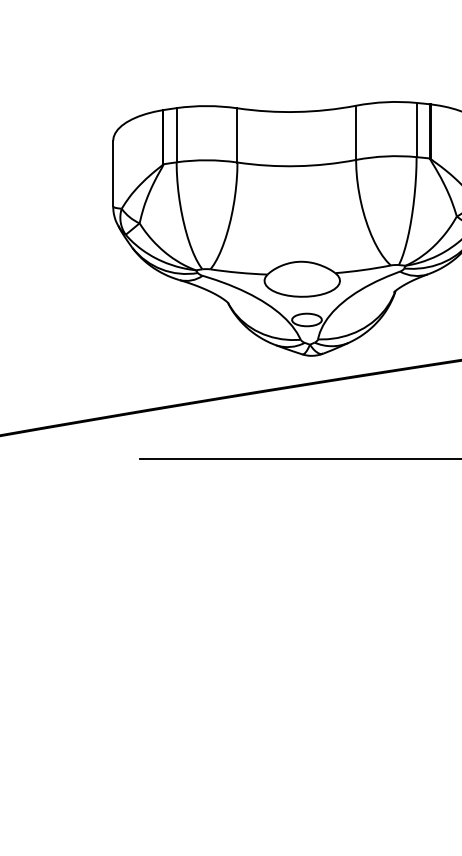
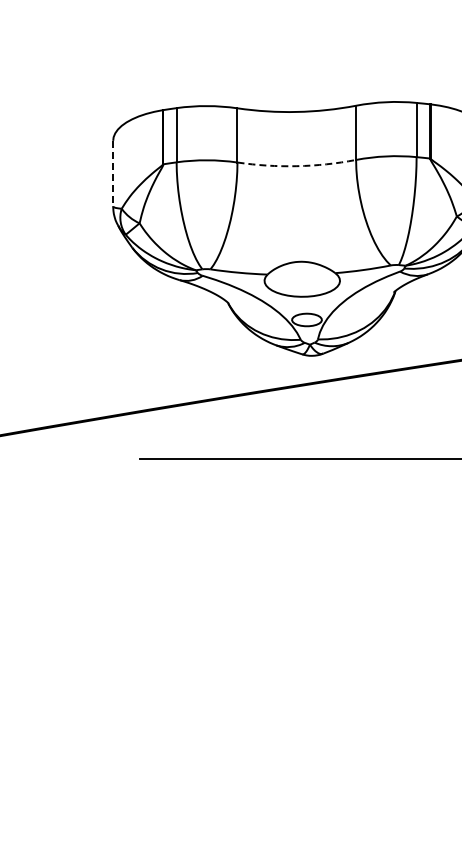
arc at (296, 166): solid -> dashed
line at (113, 173): solid -> dashed
